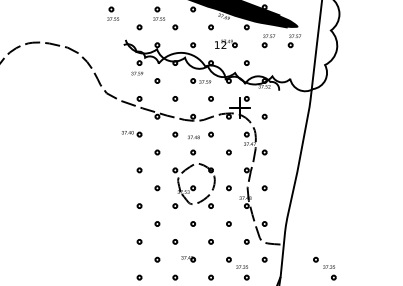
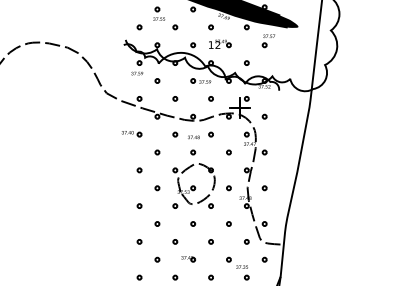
part at (113, 13): present -> none
part at (294, 41): present -> none
part at (226, 43) position: (226, 43) -> (220, 43)
part at (324, 268): present -> none
